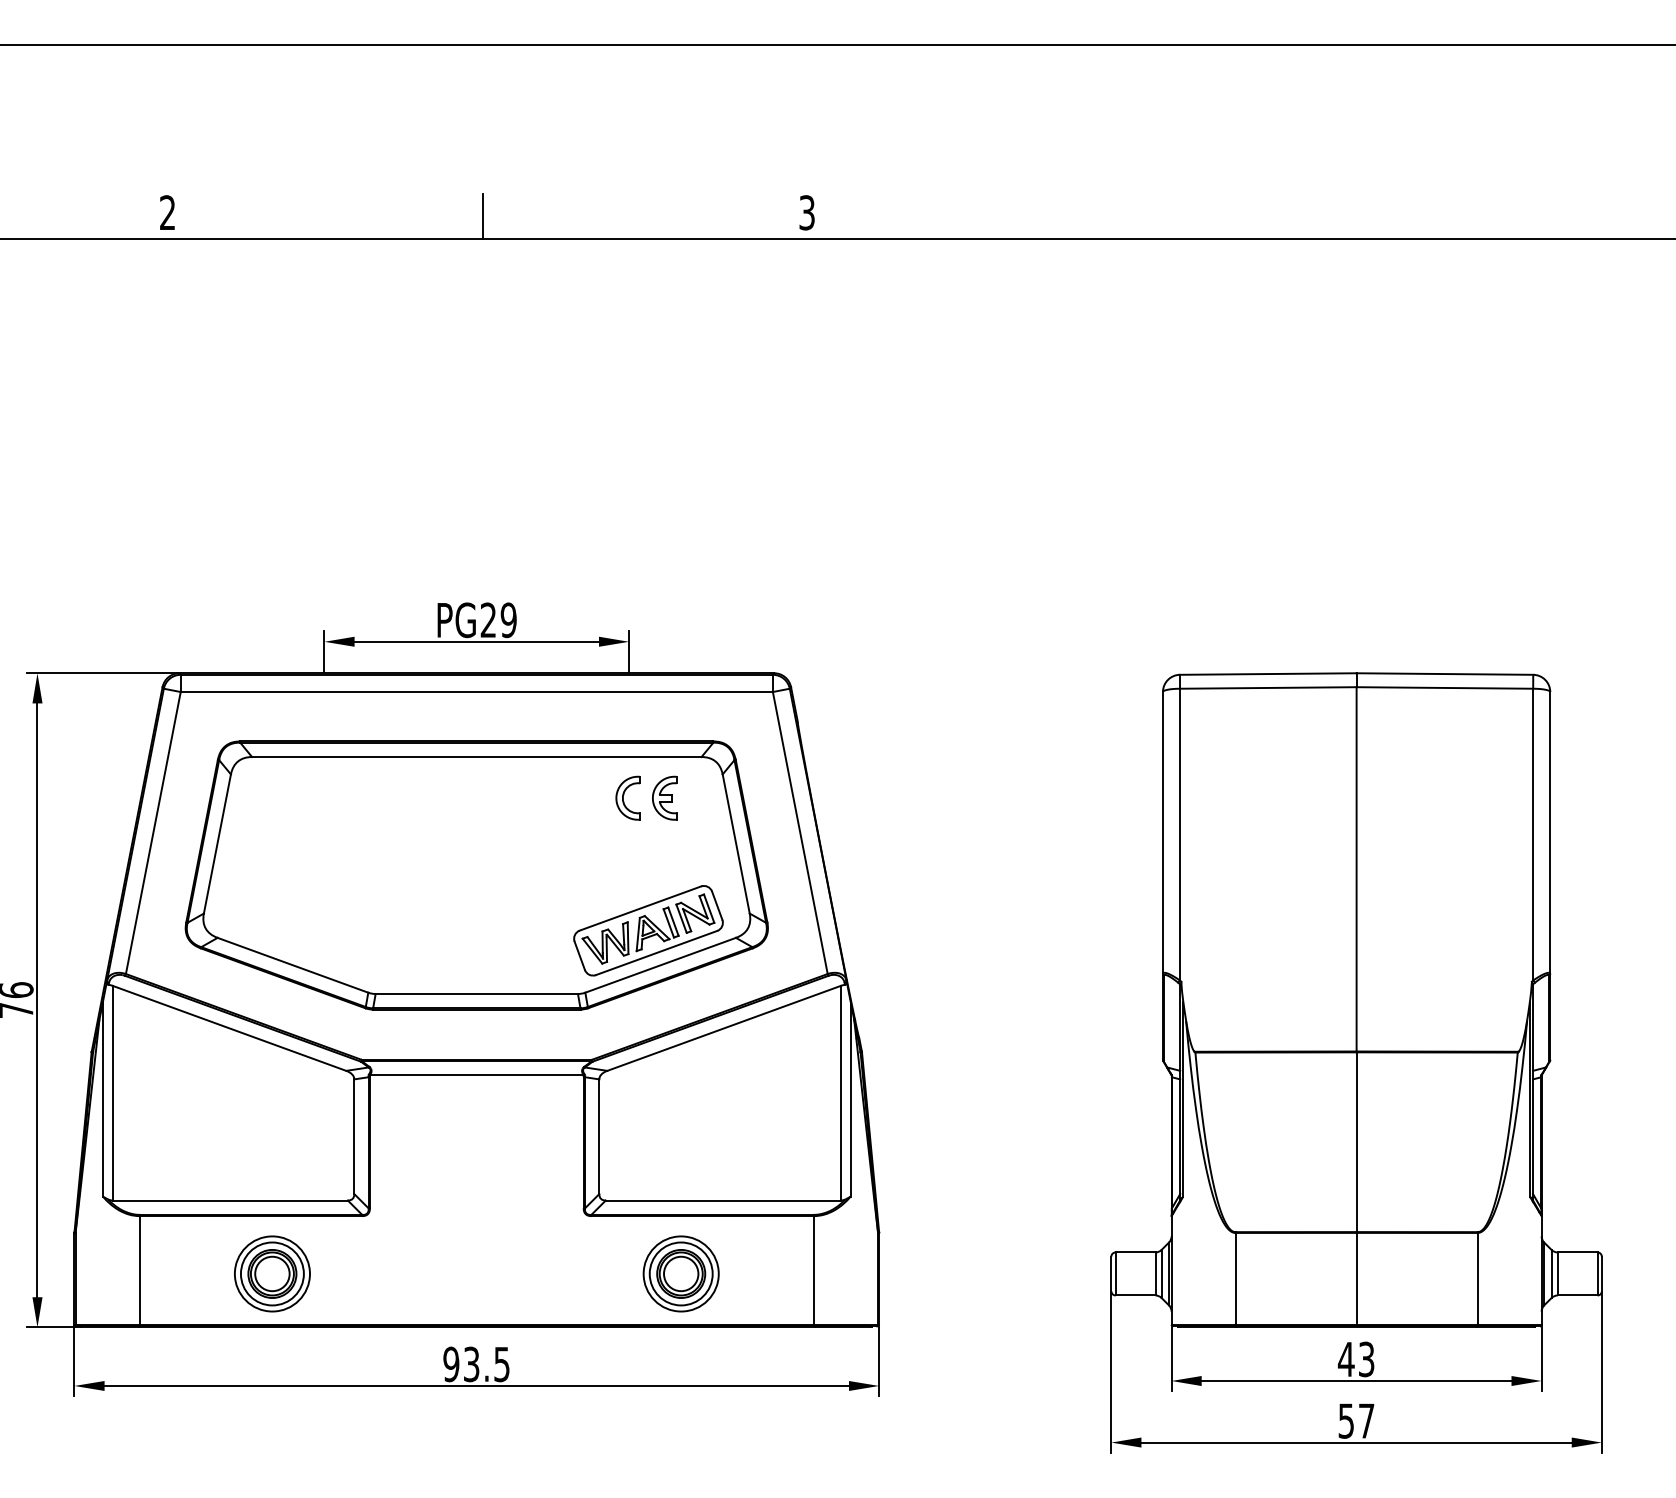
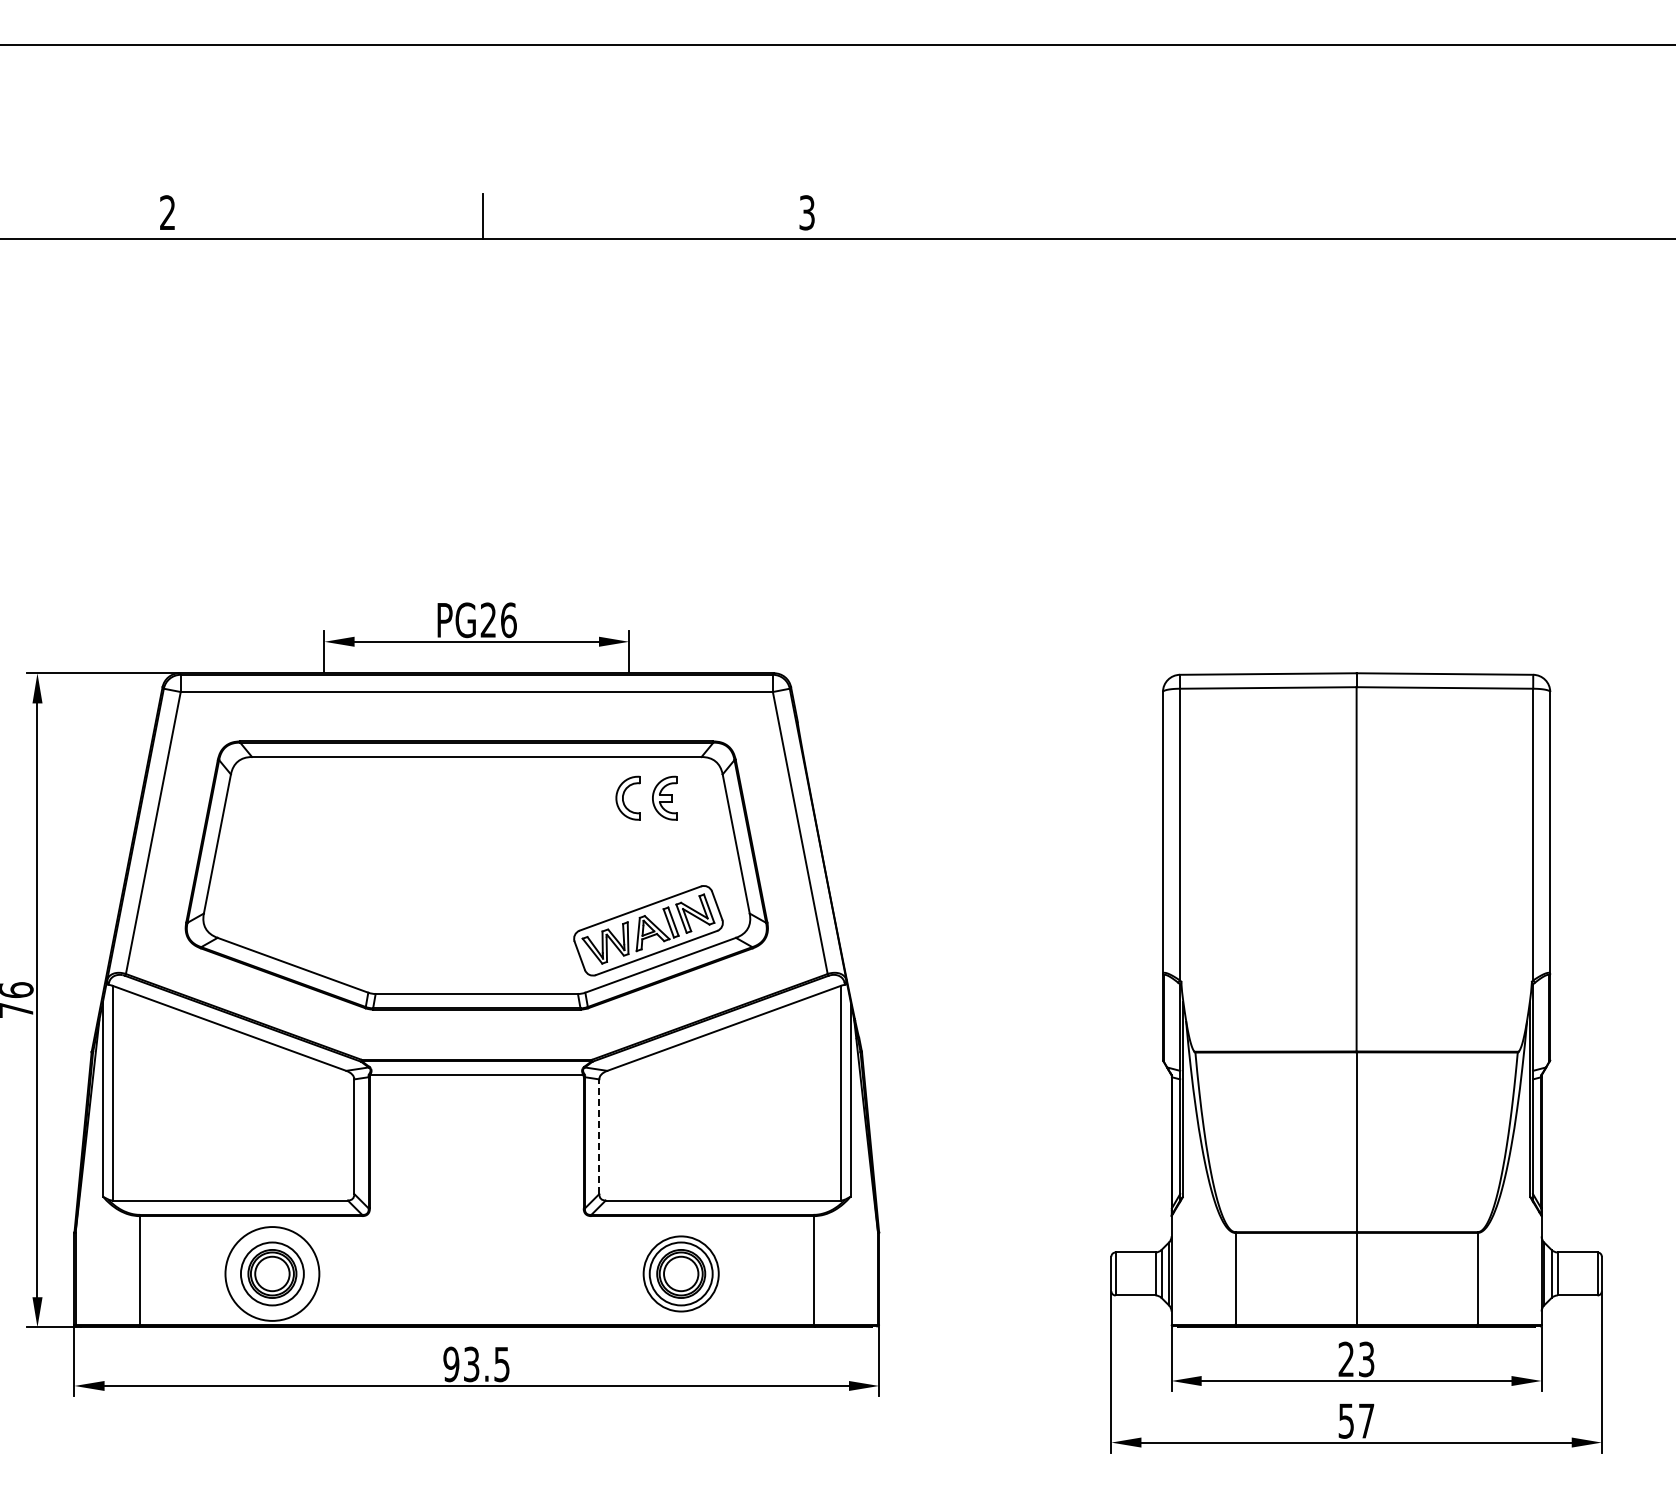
text at (508, 620): PG29 -> PG26
line at (599, 1136): solid -> dashed
circle at (271, 1273) diameter: 75 px -> 94 px
text at (1345, 1358): 43 -> 23
